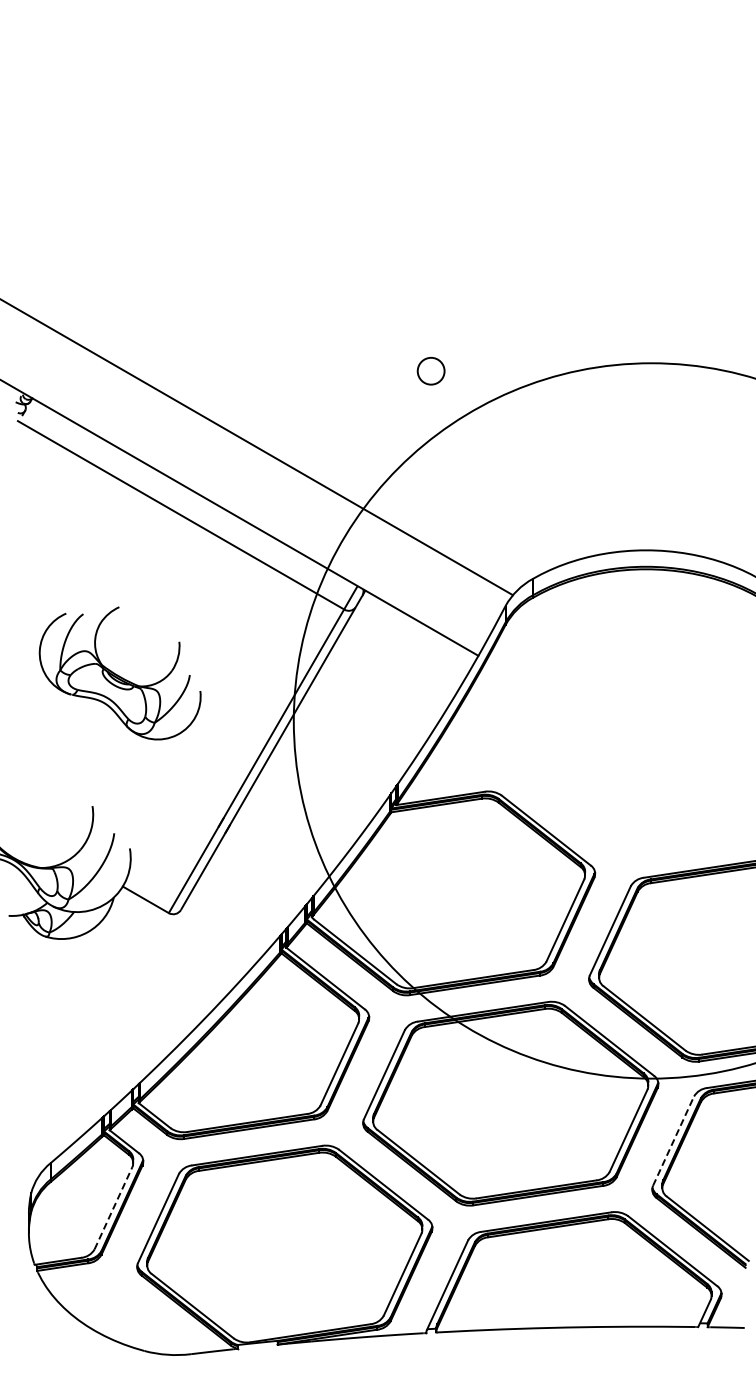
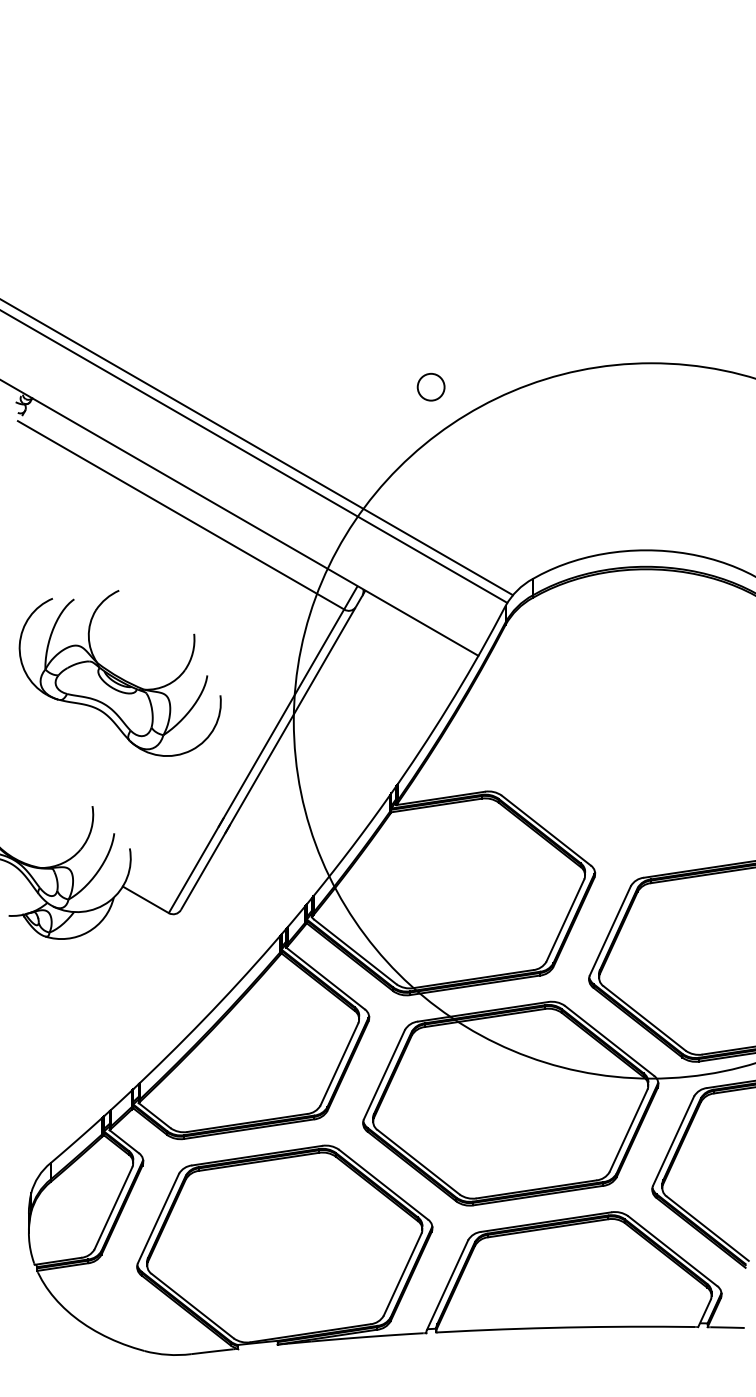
circle at (430, 370) position: (430, 370) -> (430, 386)
line at (254, 456): none -> present
part at (119, 673) size: 164x135 px -> 204x167 px
line at (673, 1140): dashed -> solid
line at (113, 1207): dashed -> solid
